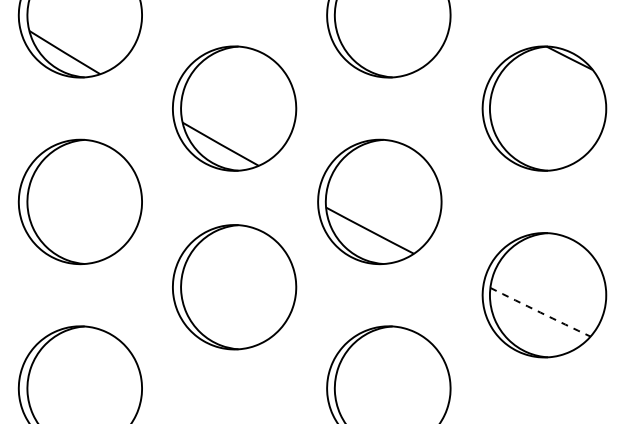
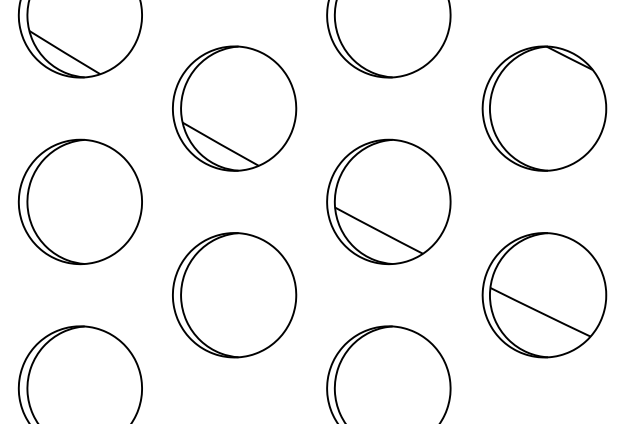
part at (379, 201) position: (379, 201) -> (388, 201)
part at (234, 287) position: (234, 287) -> (234, 295)
arc at (540, 312): dashed -> solid
